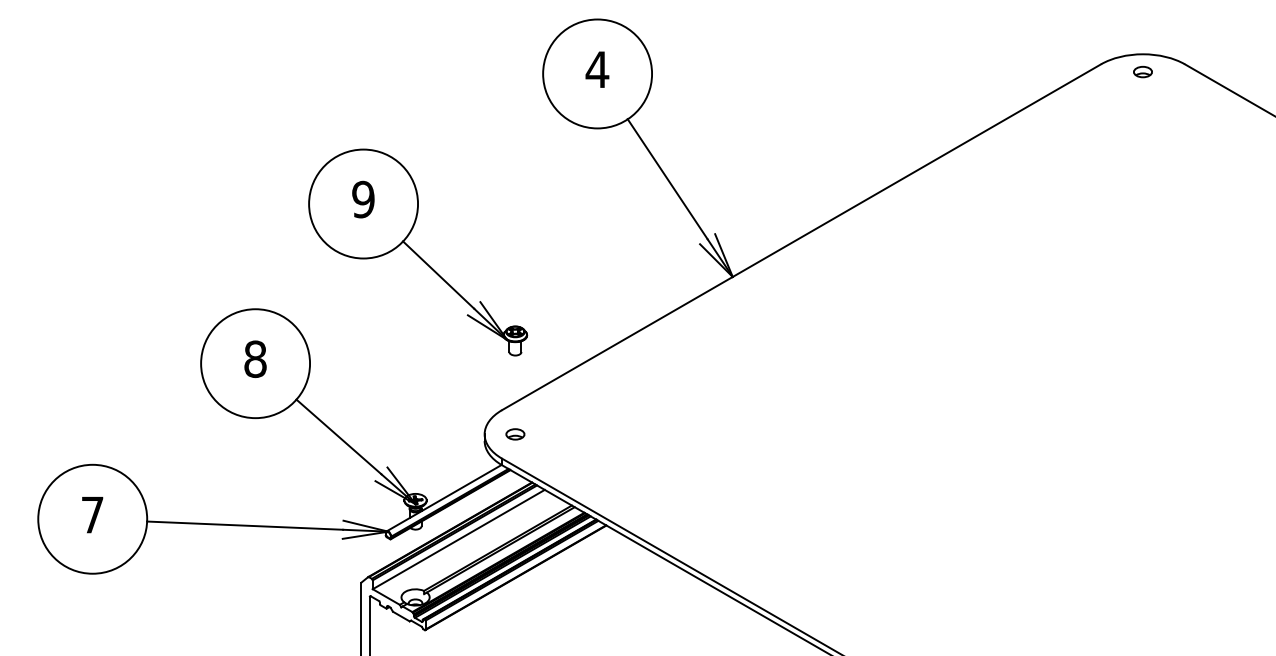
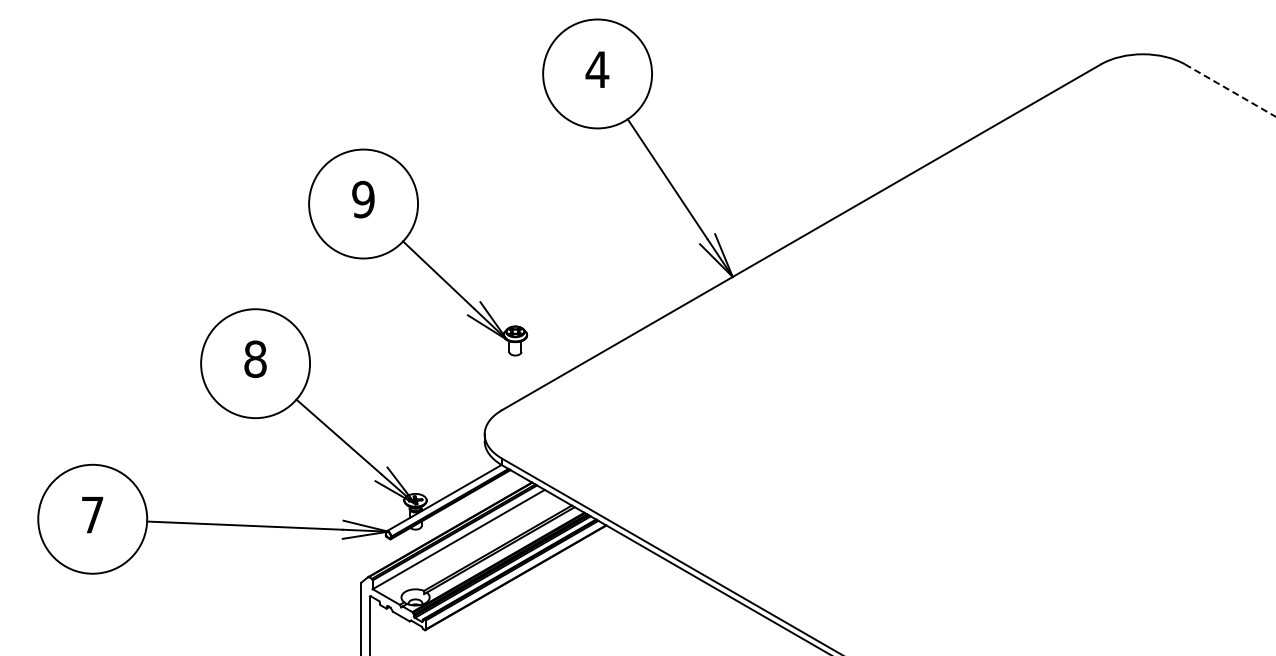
part at (1142, 72): present -> none
line at (1230, 90): solid -> dashed
part at (515, 434): present -> none
